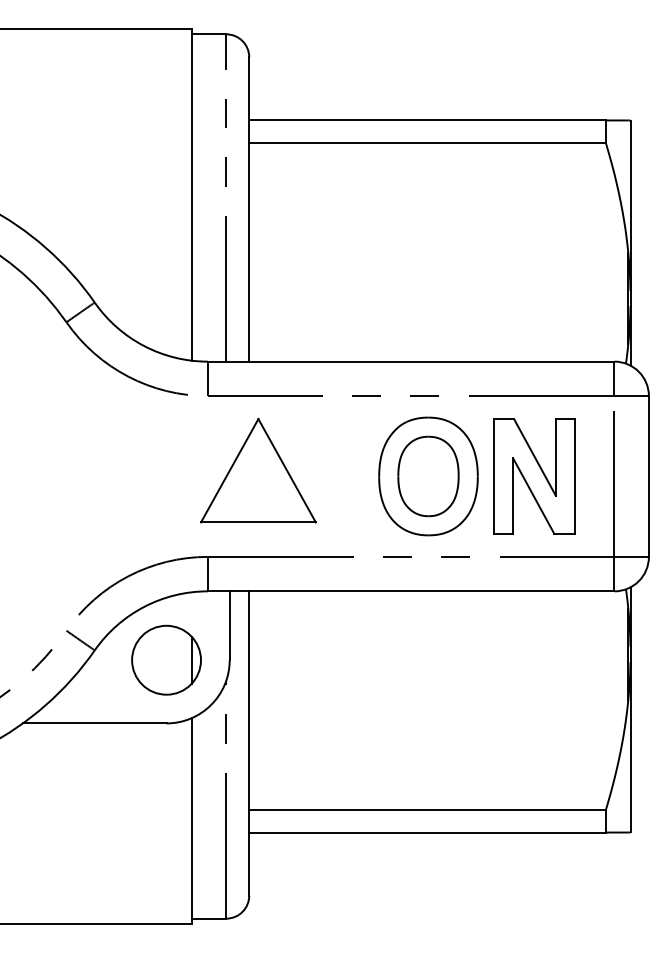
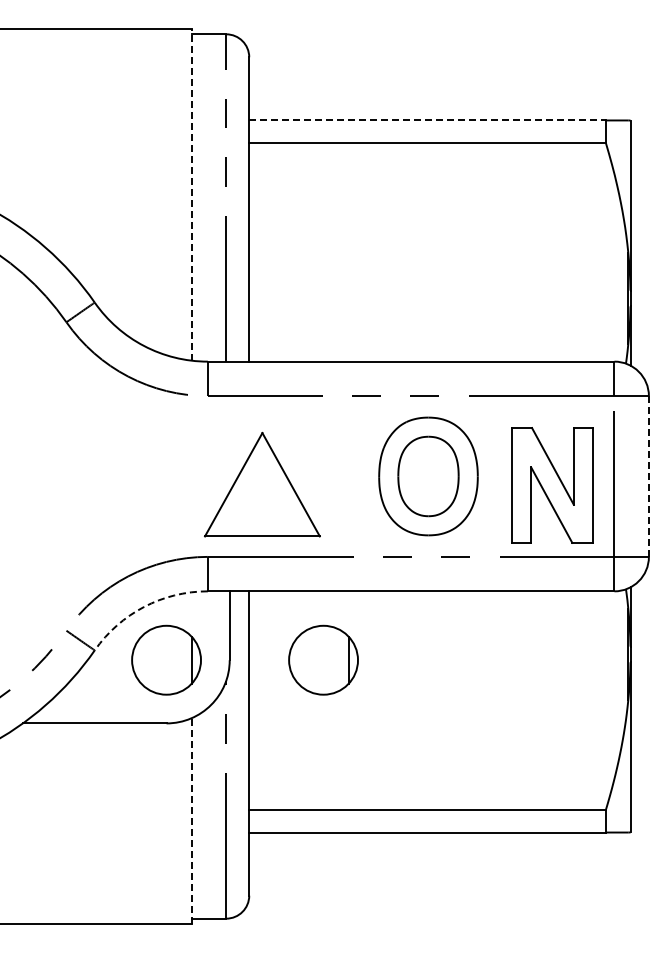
line at (428, 120): solid -> dashed
line at (191, 194): solid -> dashed
part at (258, 470) position: (258, 470) -> (262, 484)
part at (534, 476) position: (534, 476) -> (552, 485)
line at (648, 476): solid -> dashed
arc at (144, 607): solid -> dashed
part at (323, 659): none -> present
line at (191, 820): solid -> dashed
